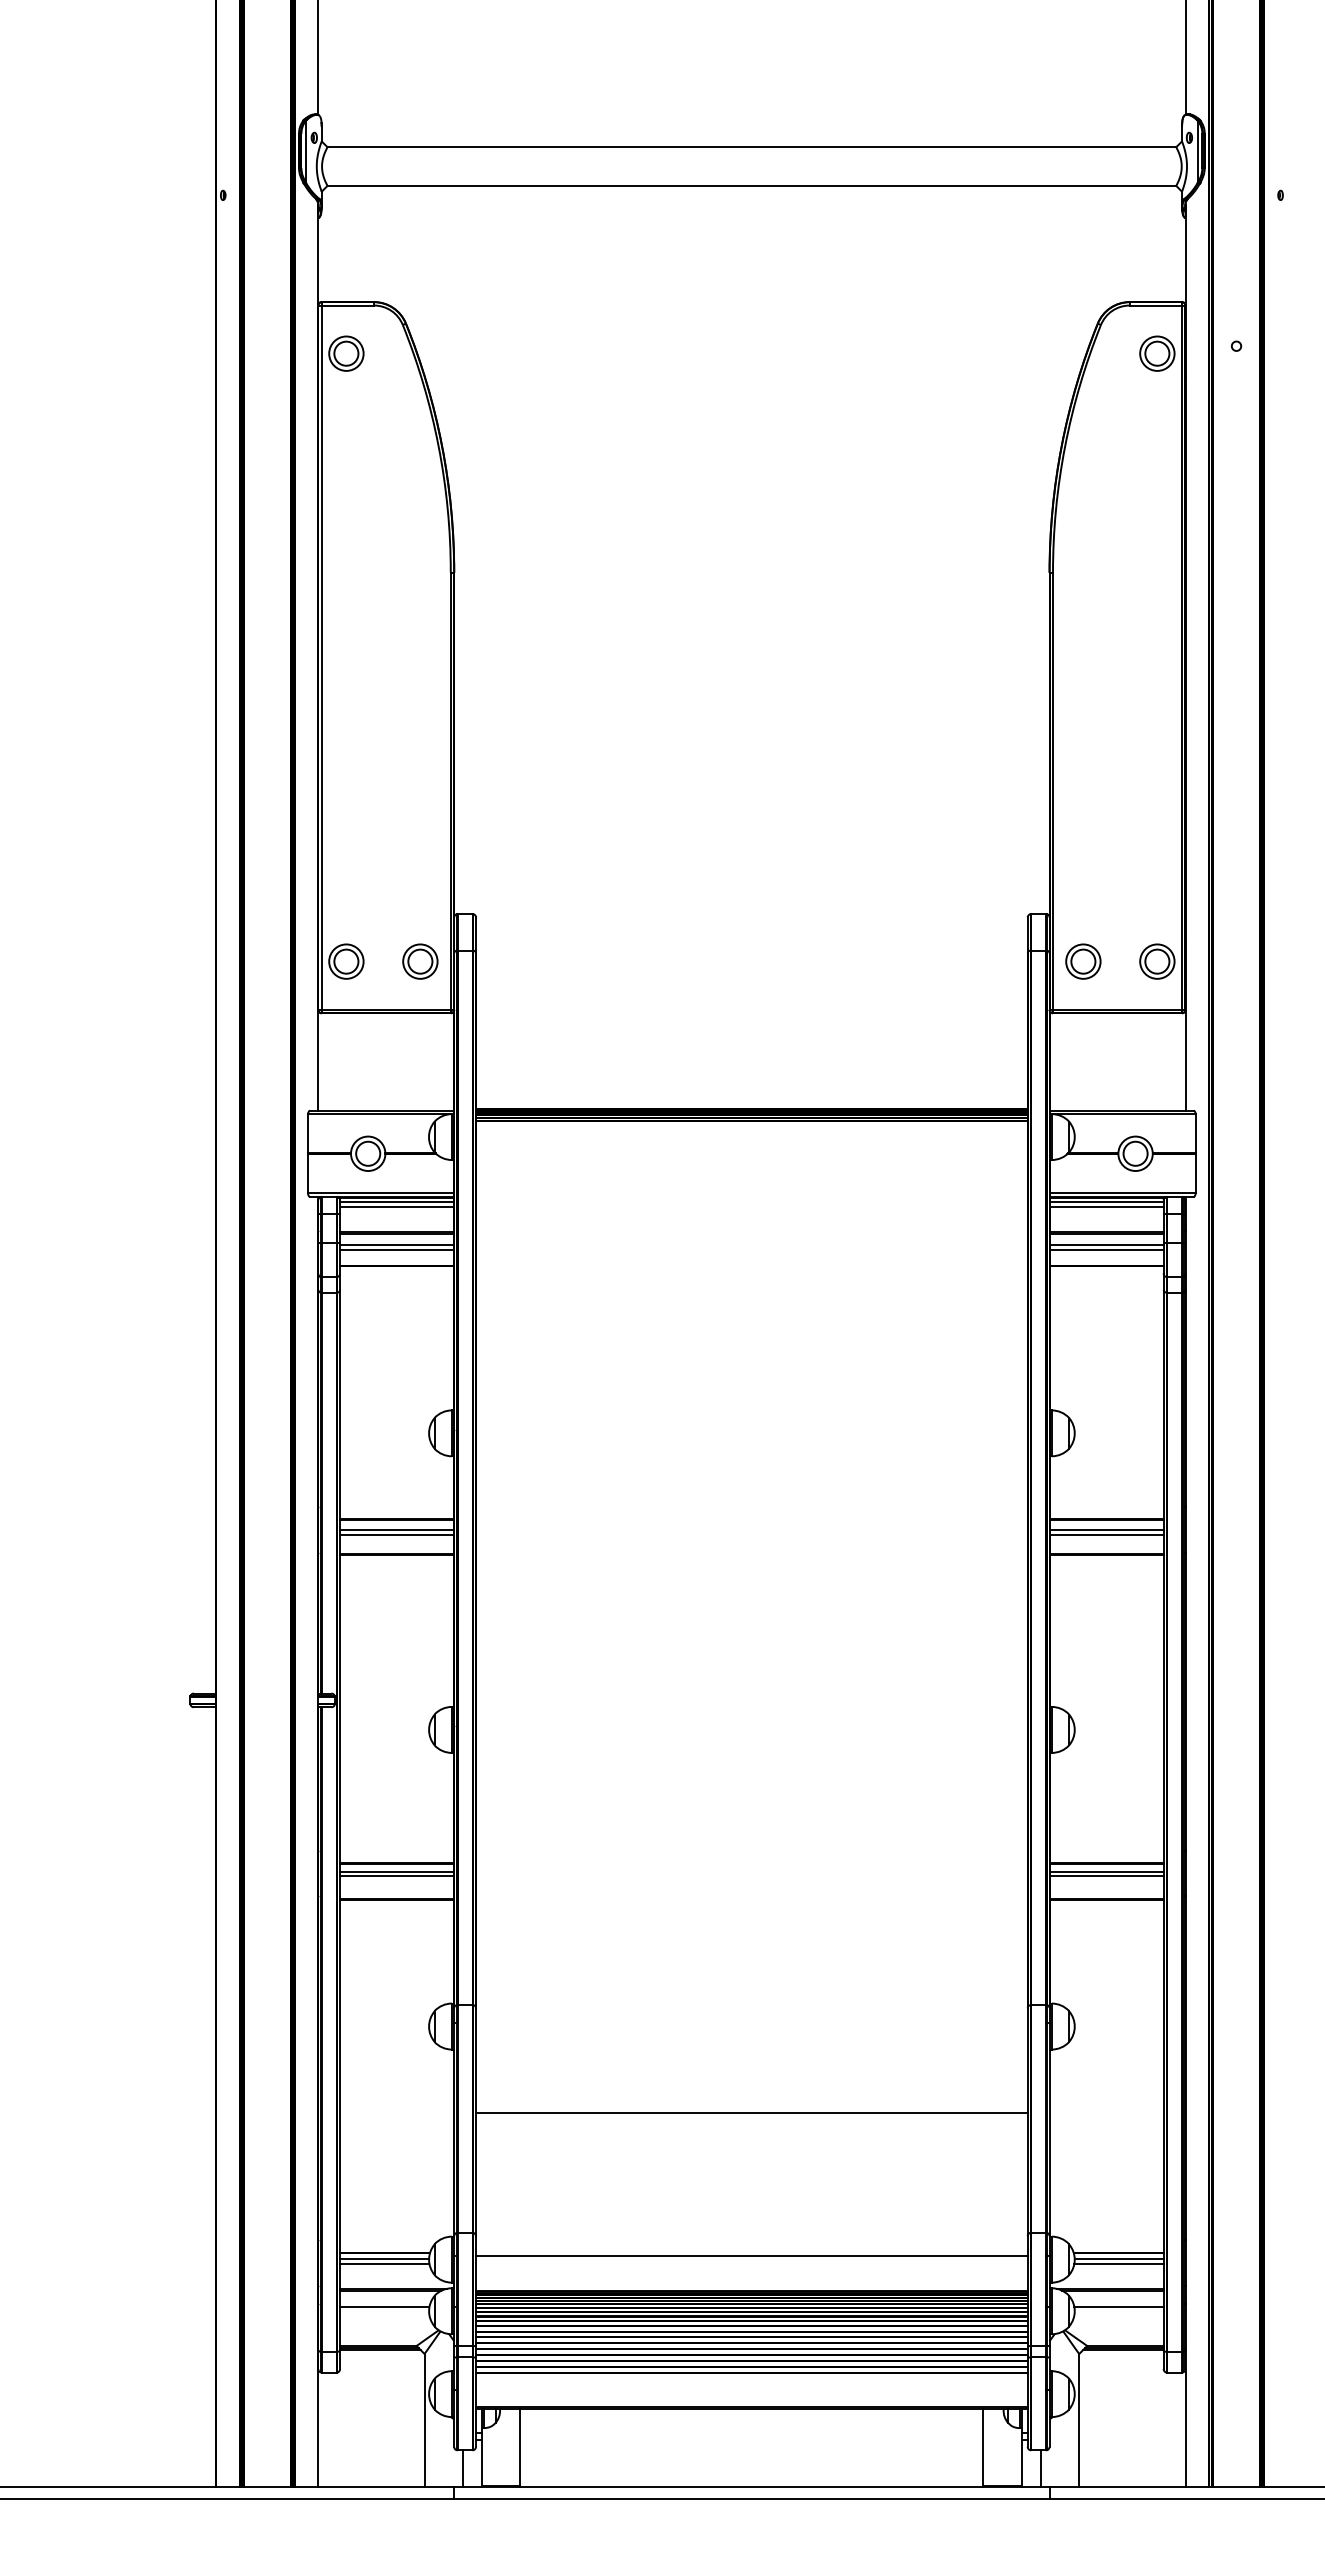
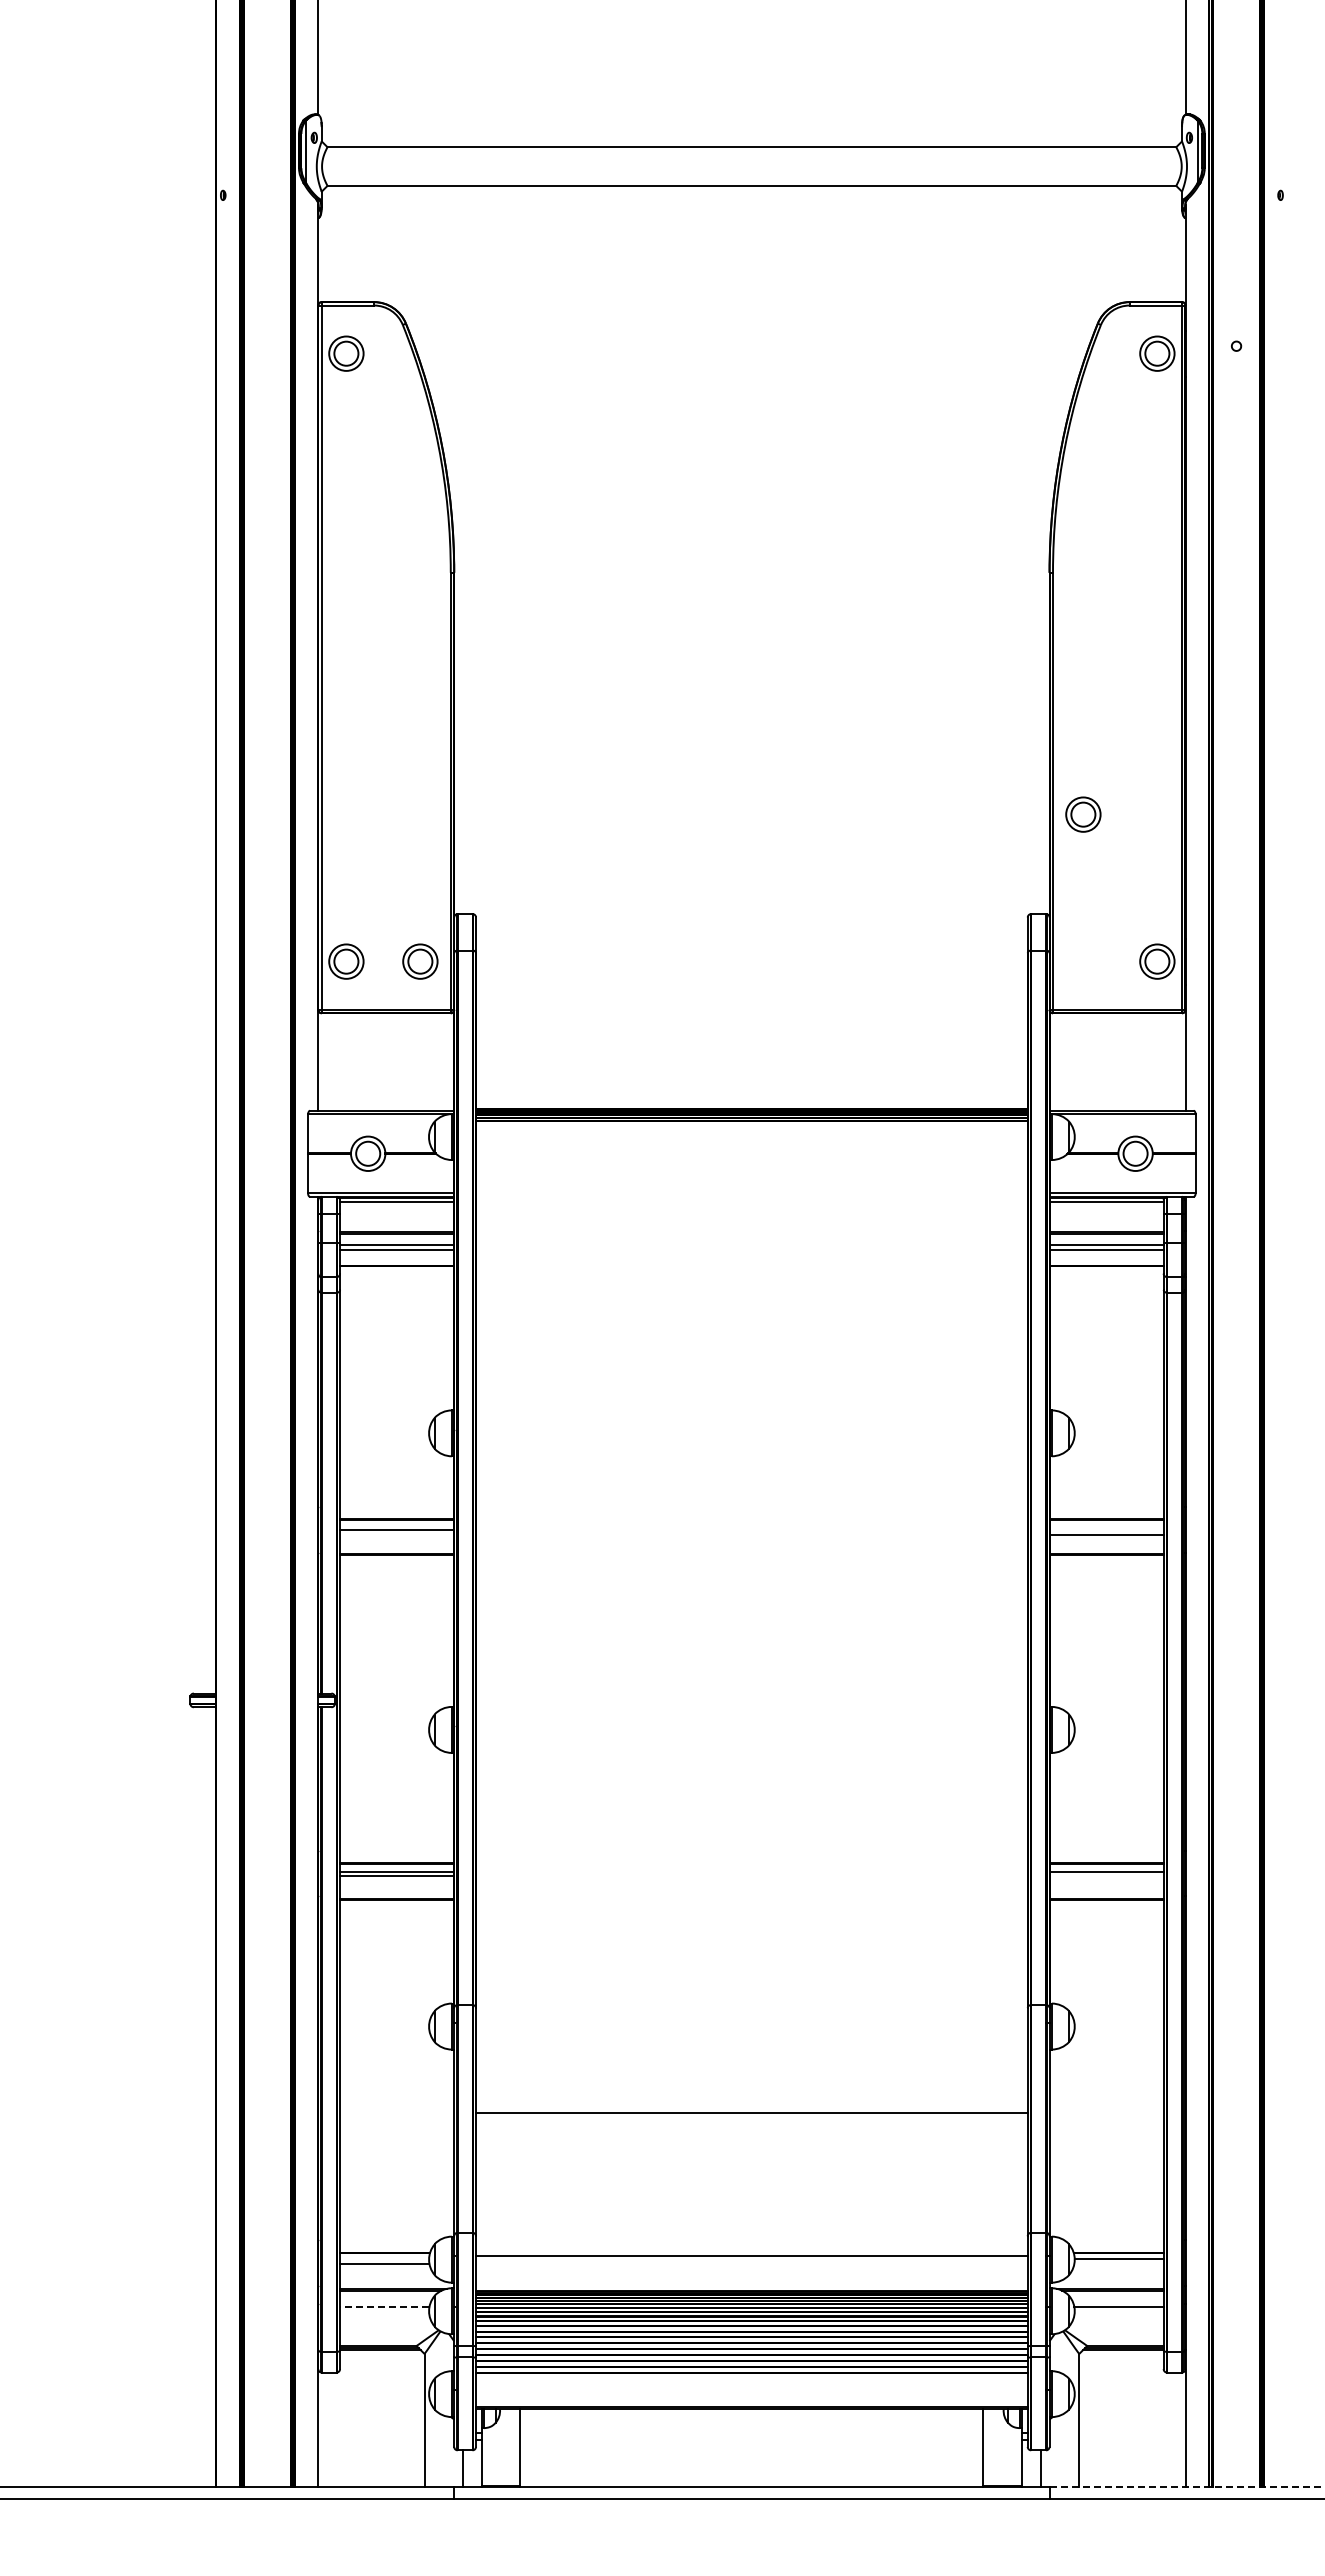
part at (1083, 961) position: (1083, 961) -> (1083, 814)
line at (397, 1206): present -> none
line at (1106, 1206): present -> none
line at (1106, 1529): present -> none
line at (397, 1534): present -> none
line at (1106, 1876): present -> none
line at (384, 2259): present -> none
line at (1118, 2263): present -> none
line at (384, 2307): solid -> dashed
line at (1187, 2487): solid -> dashed
